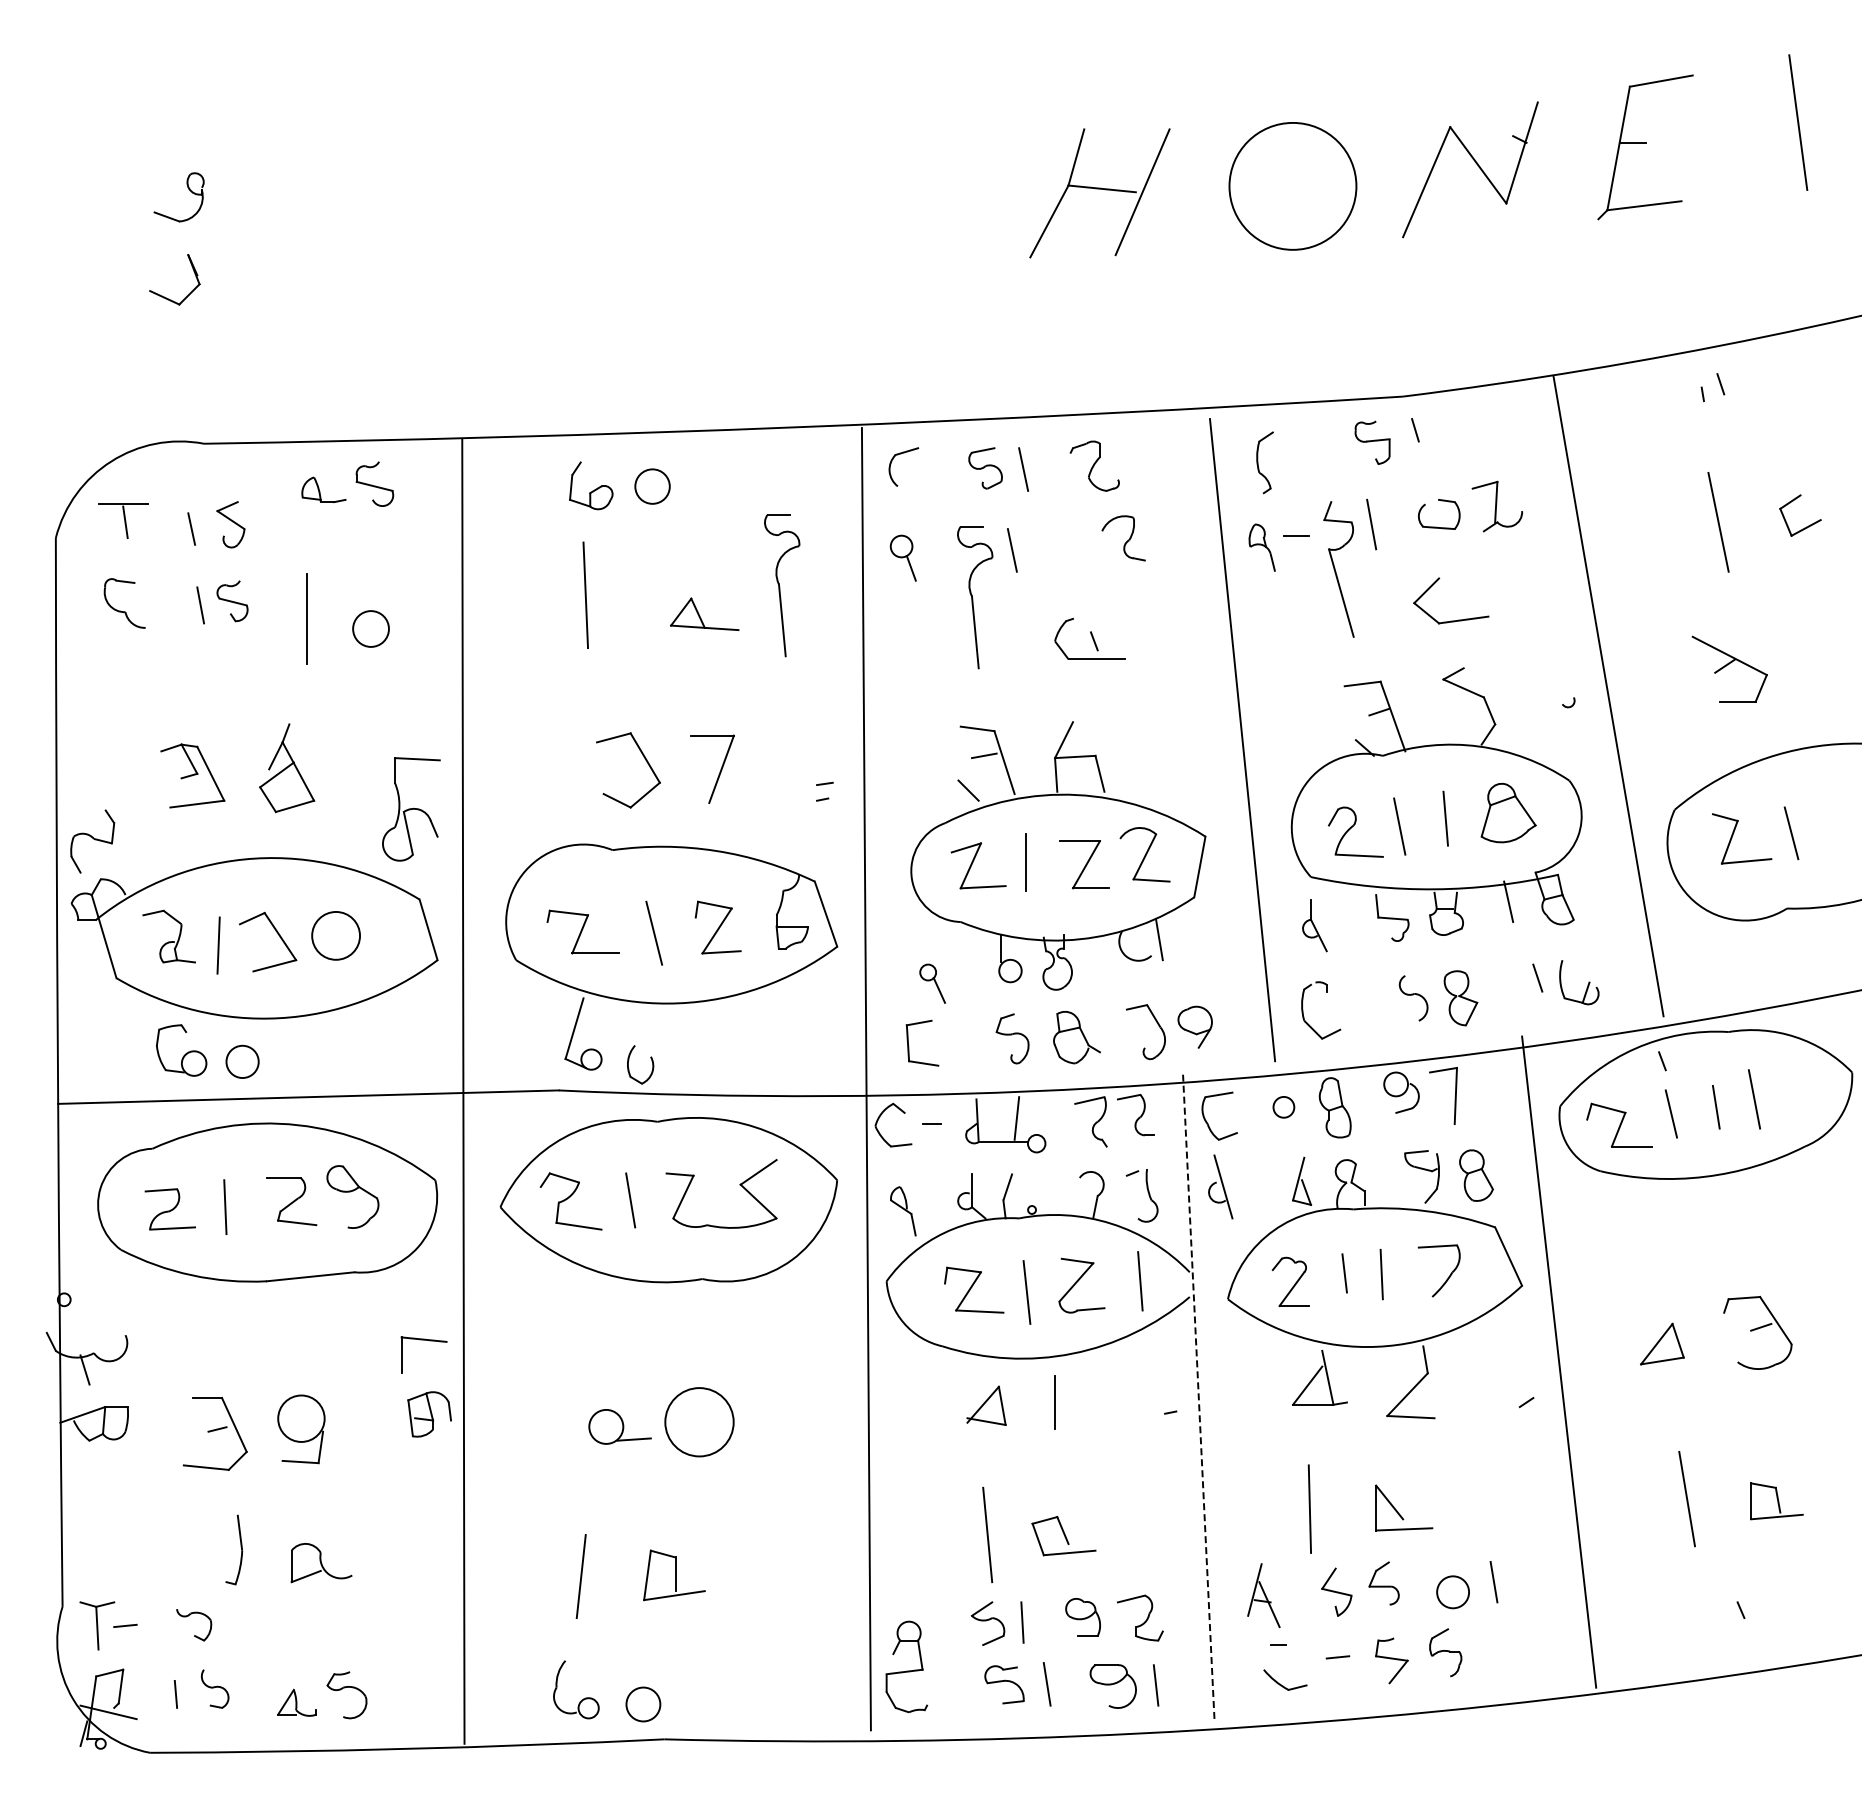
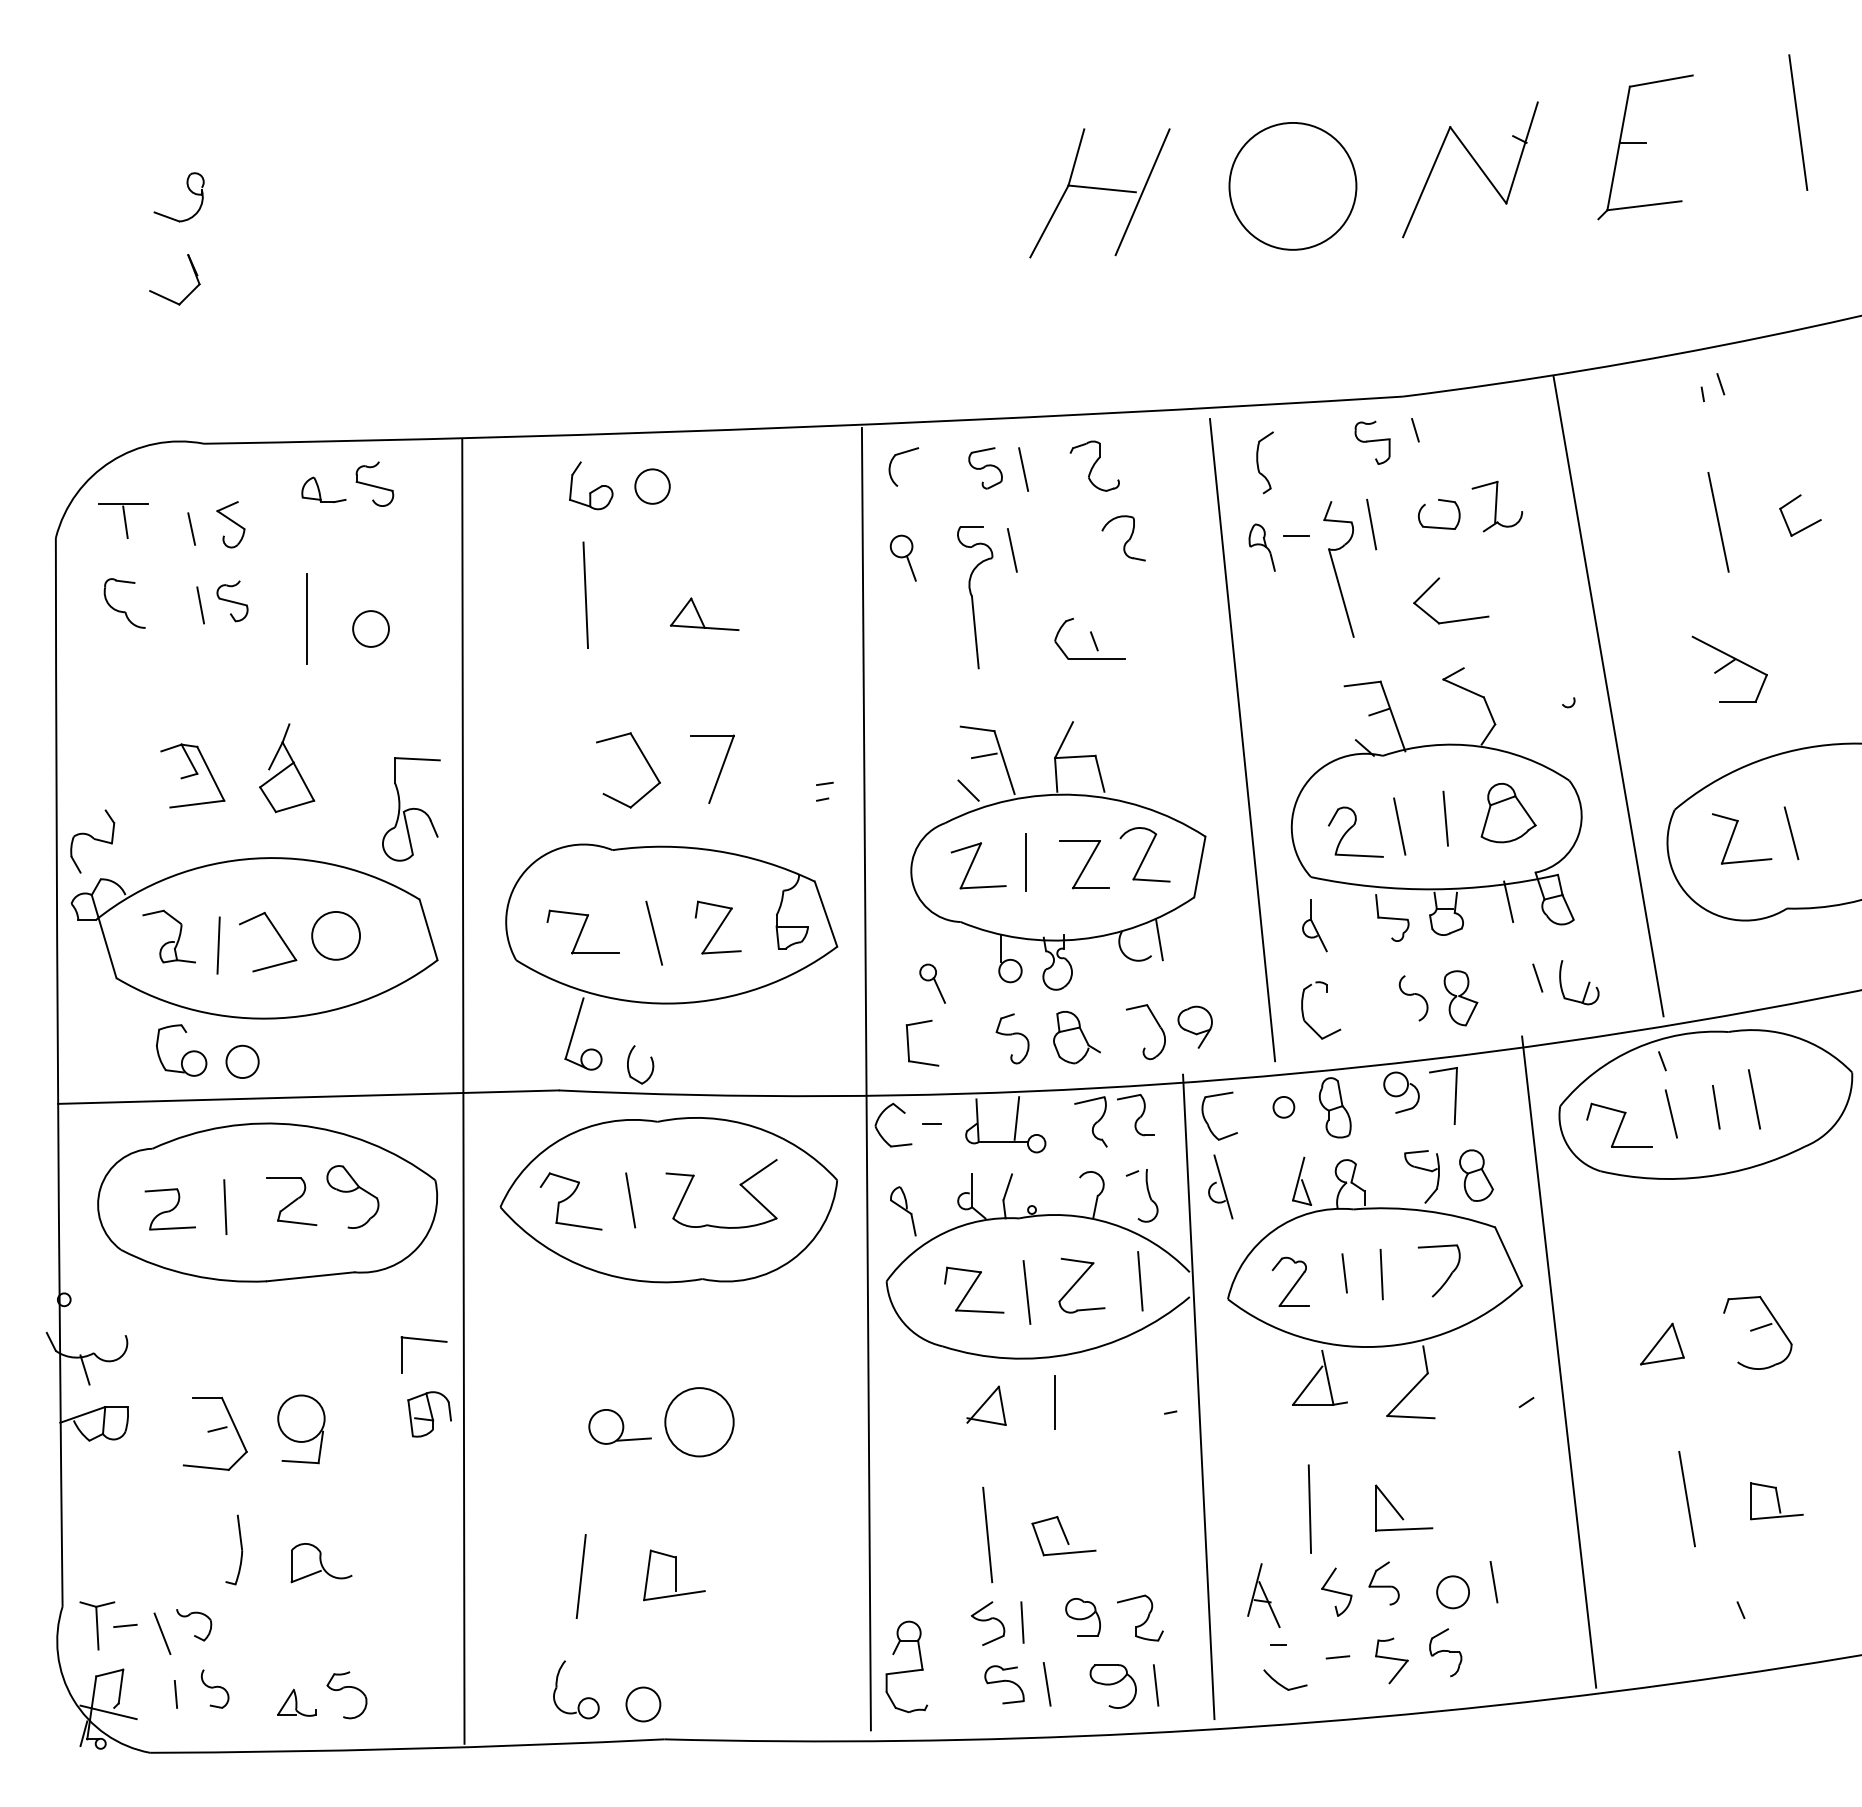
part at (782, 585): present -> none
line at (1198, 1396): dashed -> solid
line at (162, 1633): none -> present
